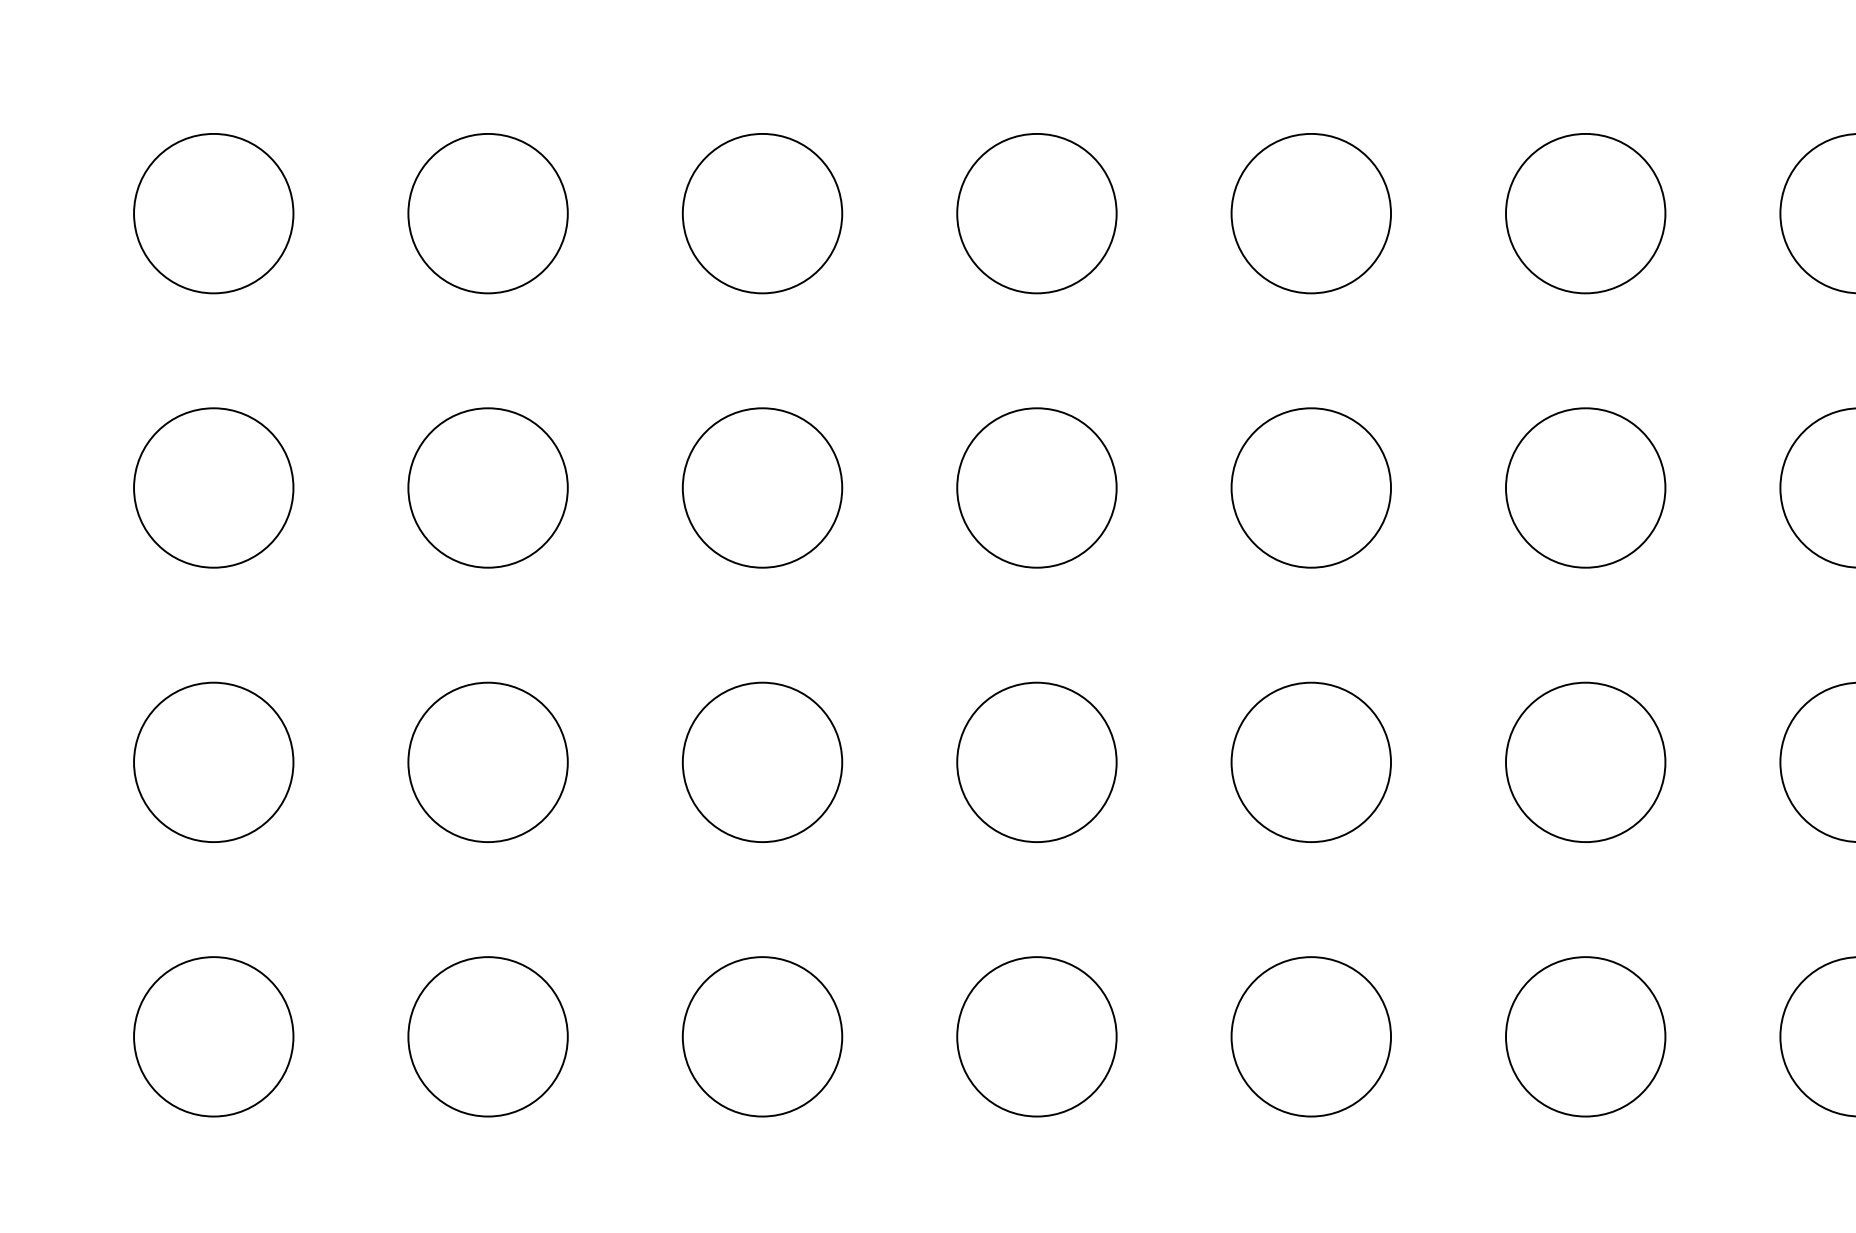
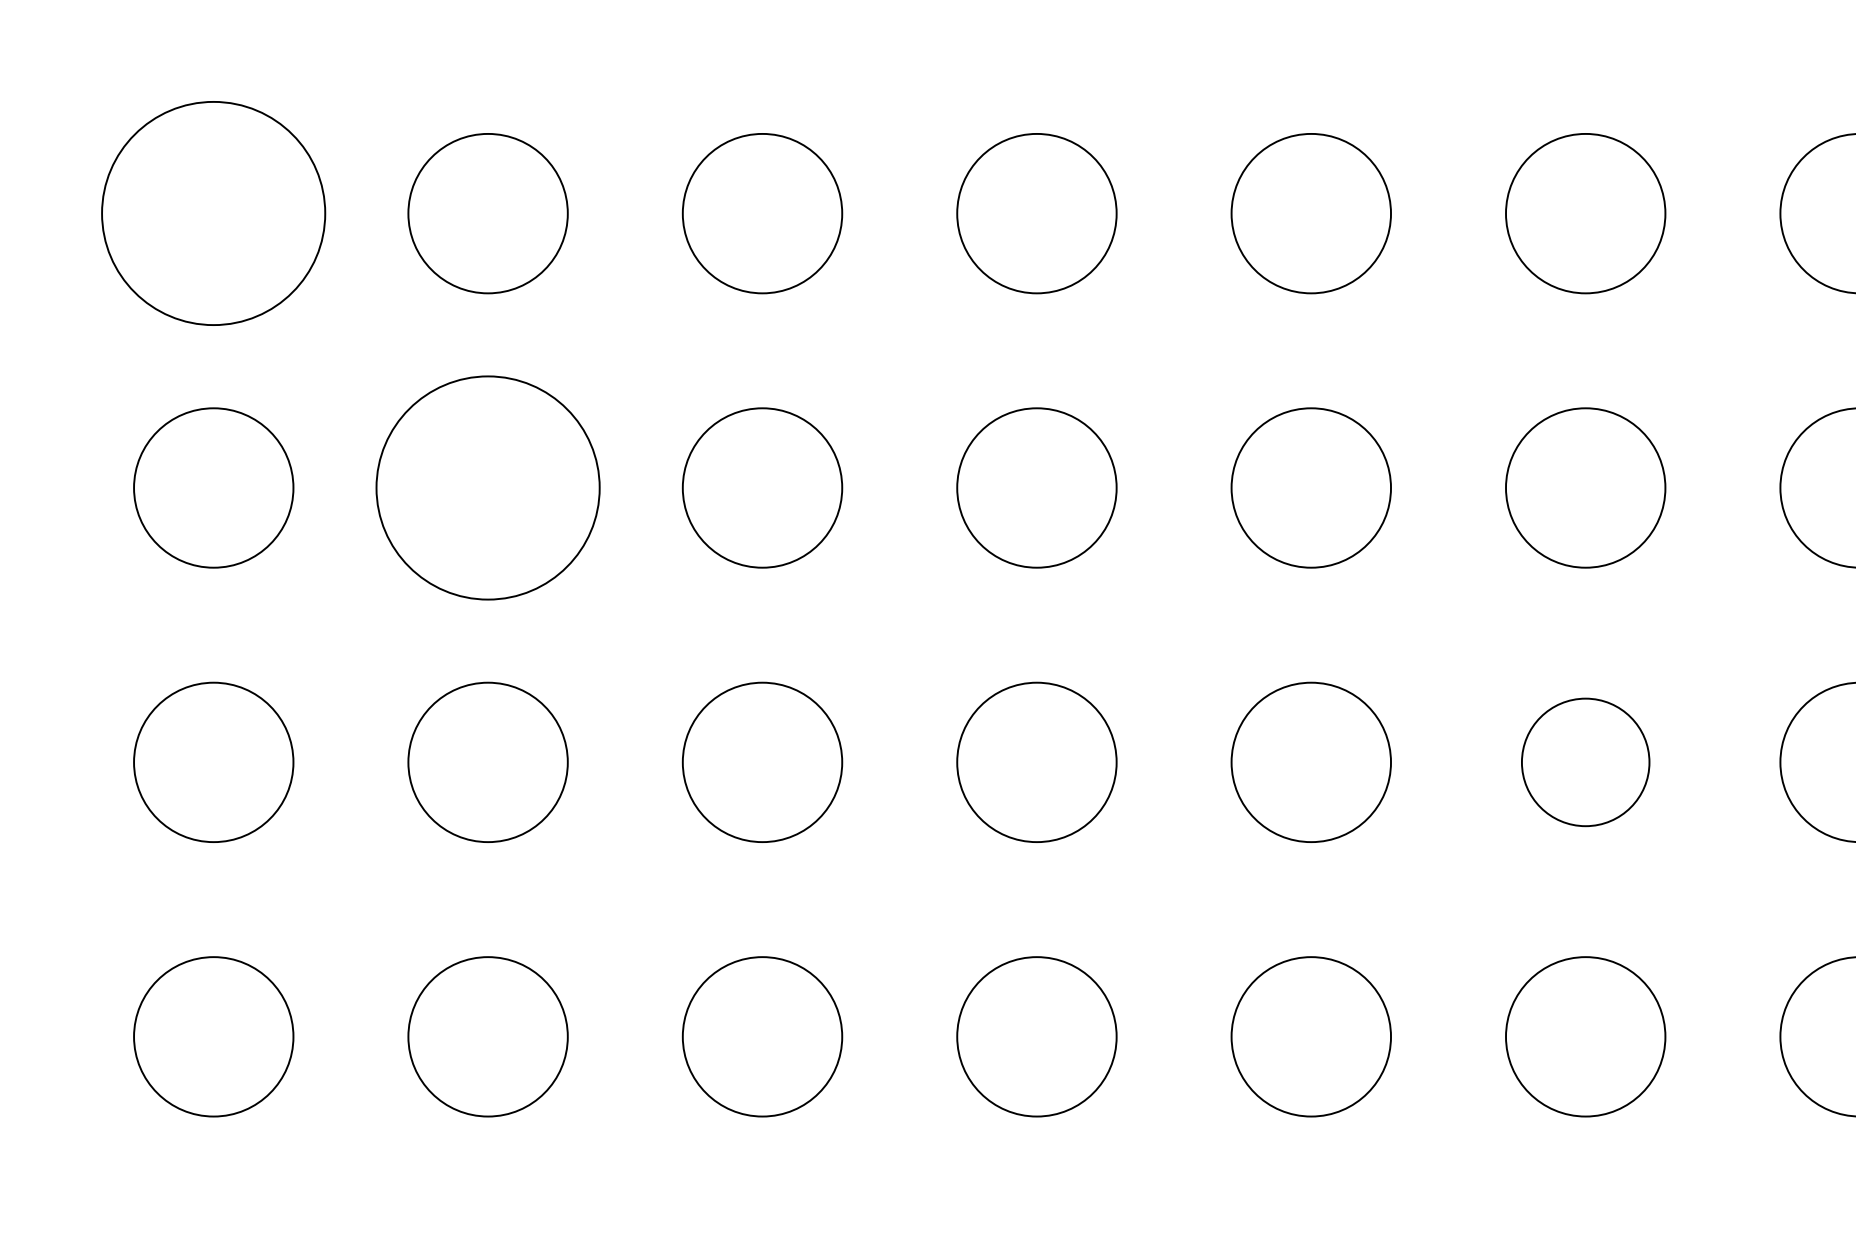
circle at (213, 213) size: 162x162 px -> 226x225 px
circle at (487, 487) diameter: 159 px -> 223 px
circle at (1585, 762) diameter: 159 px -> 128 px
